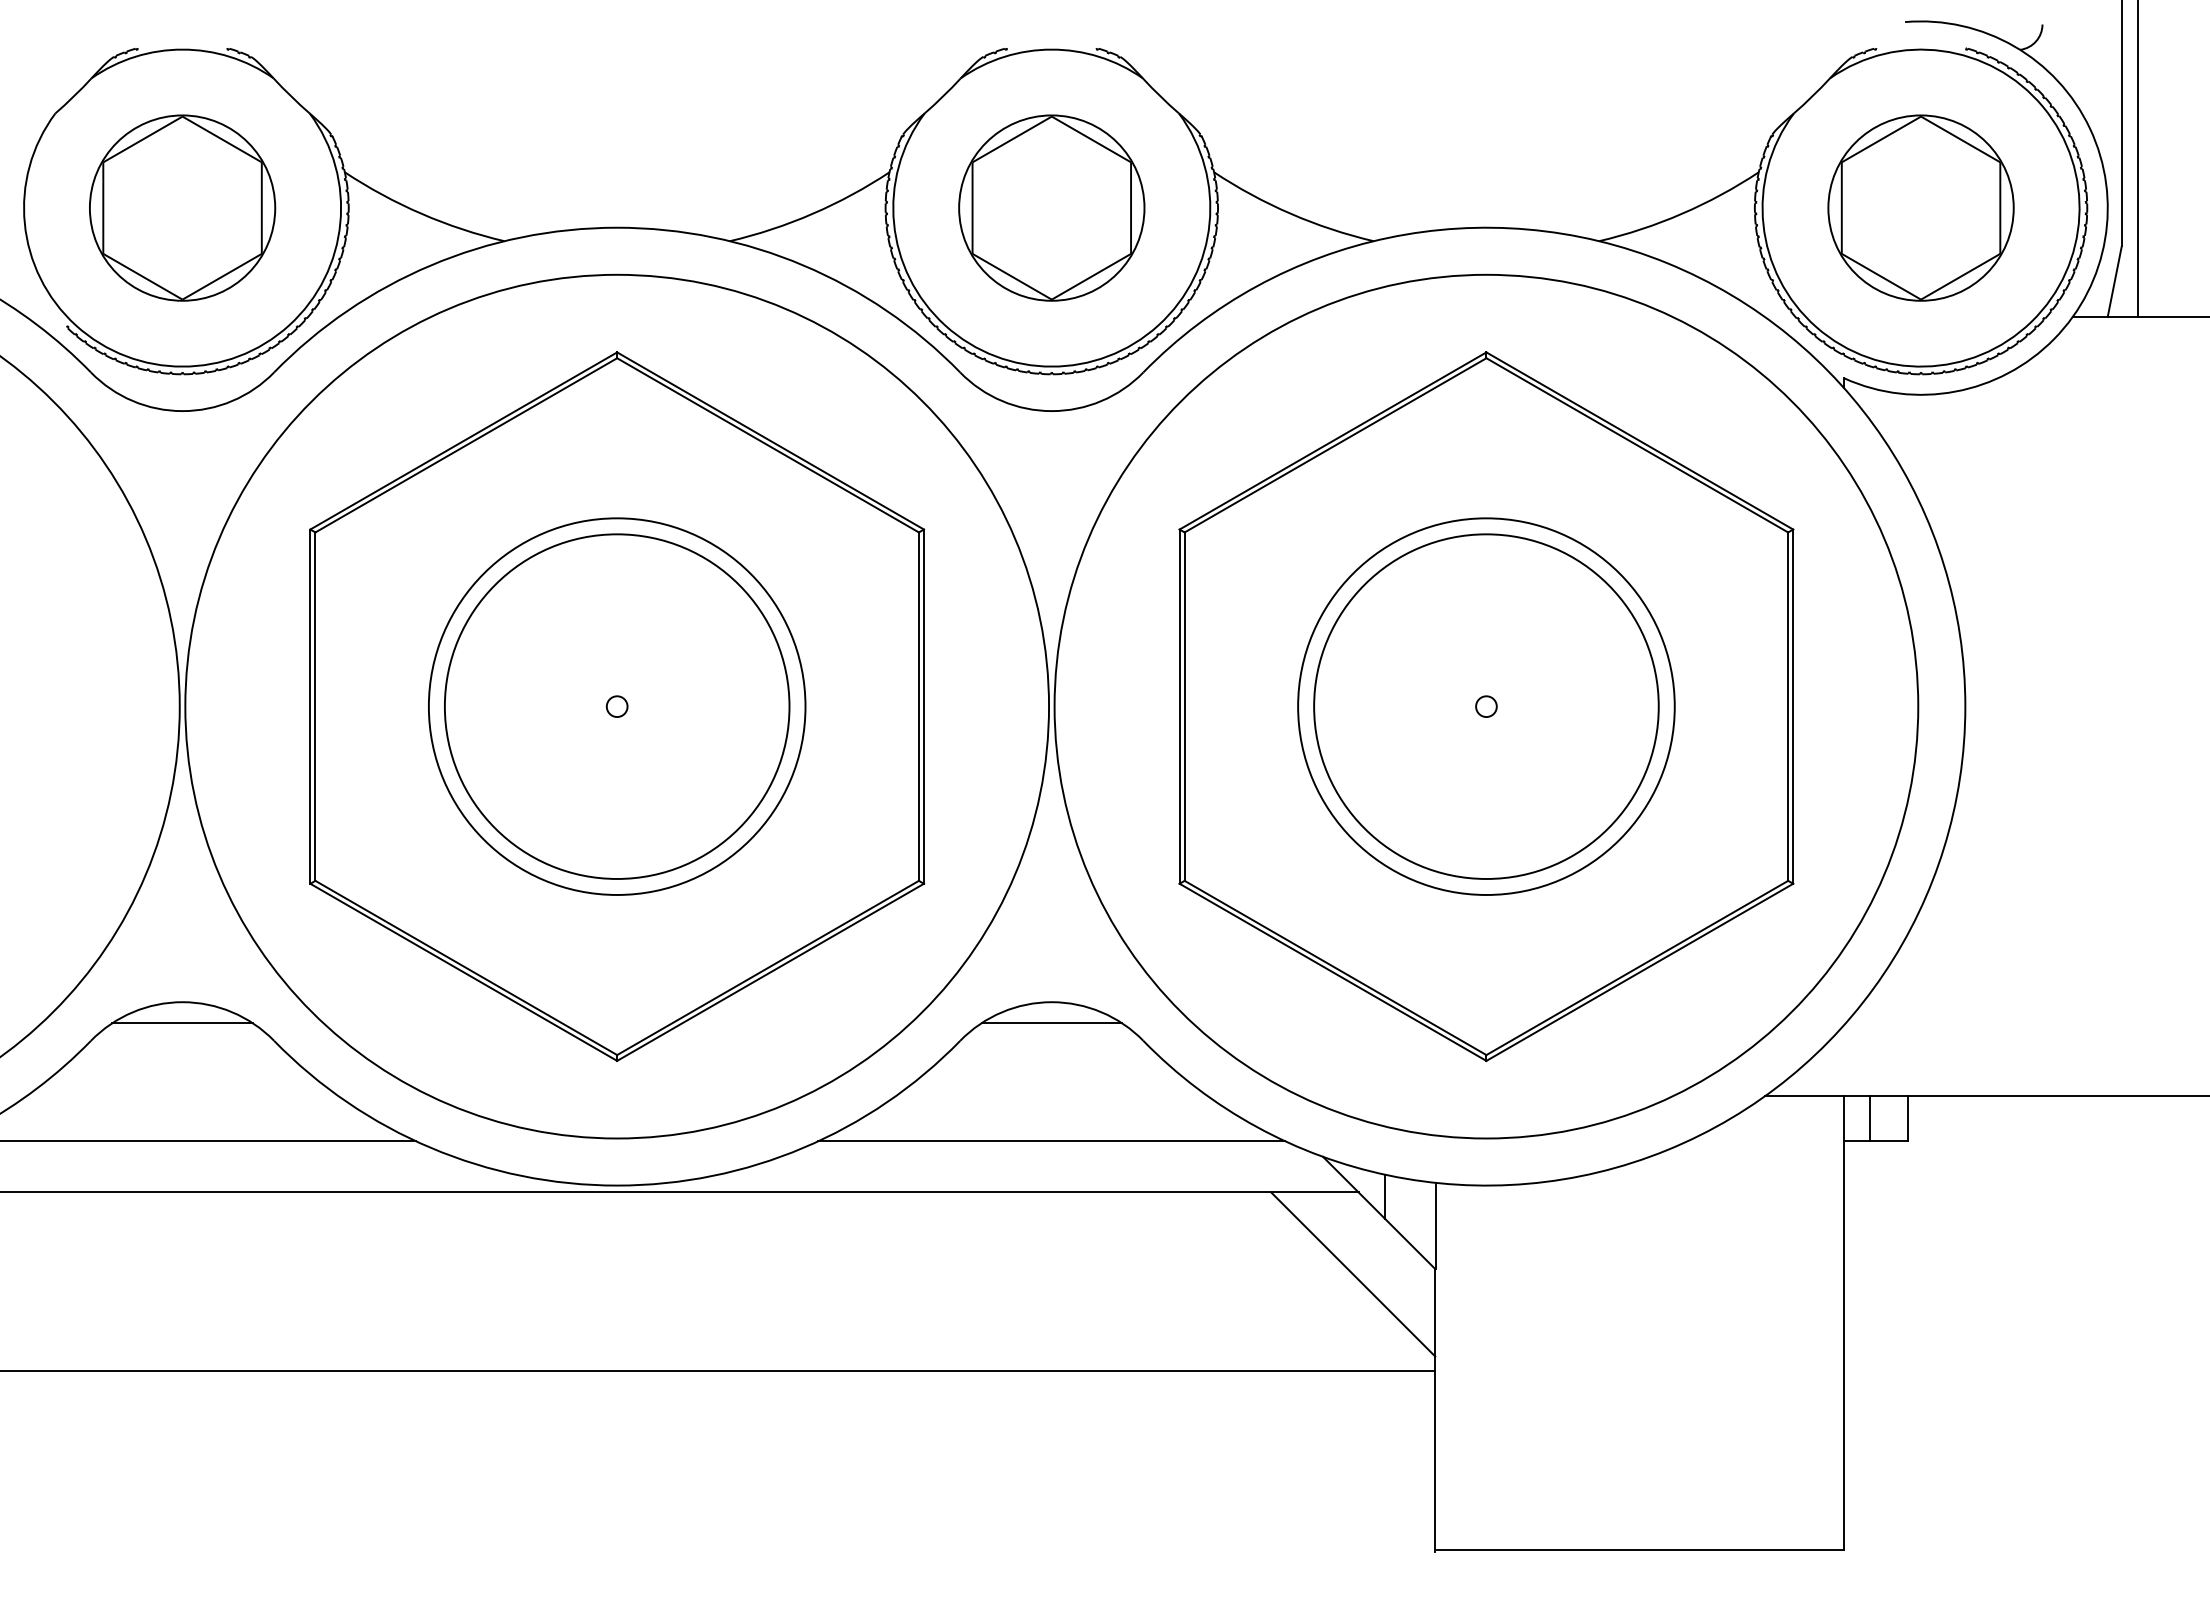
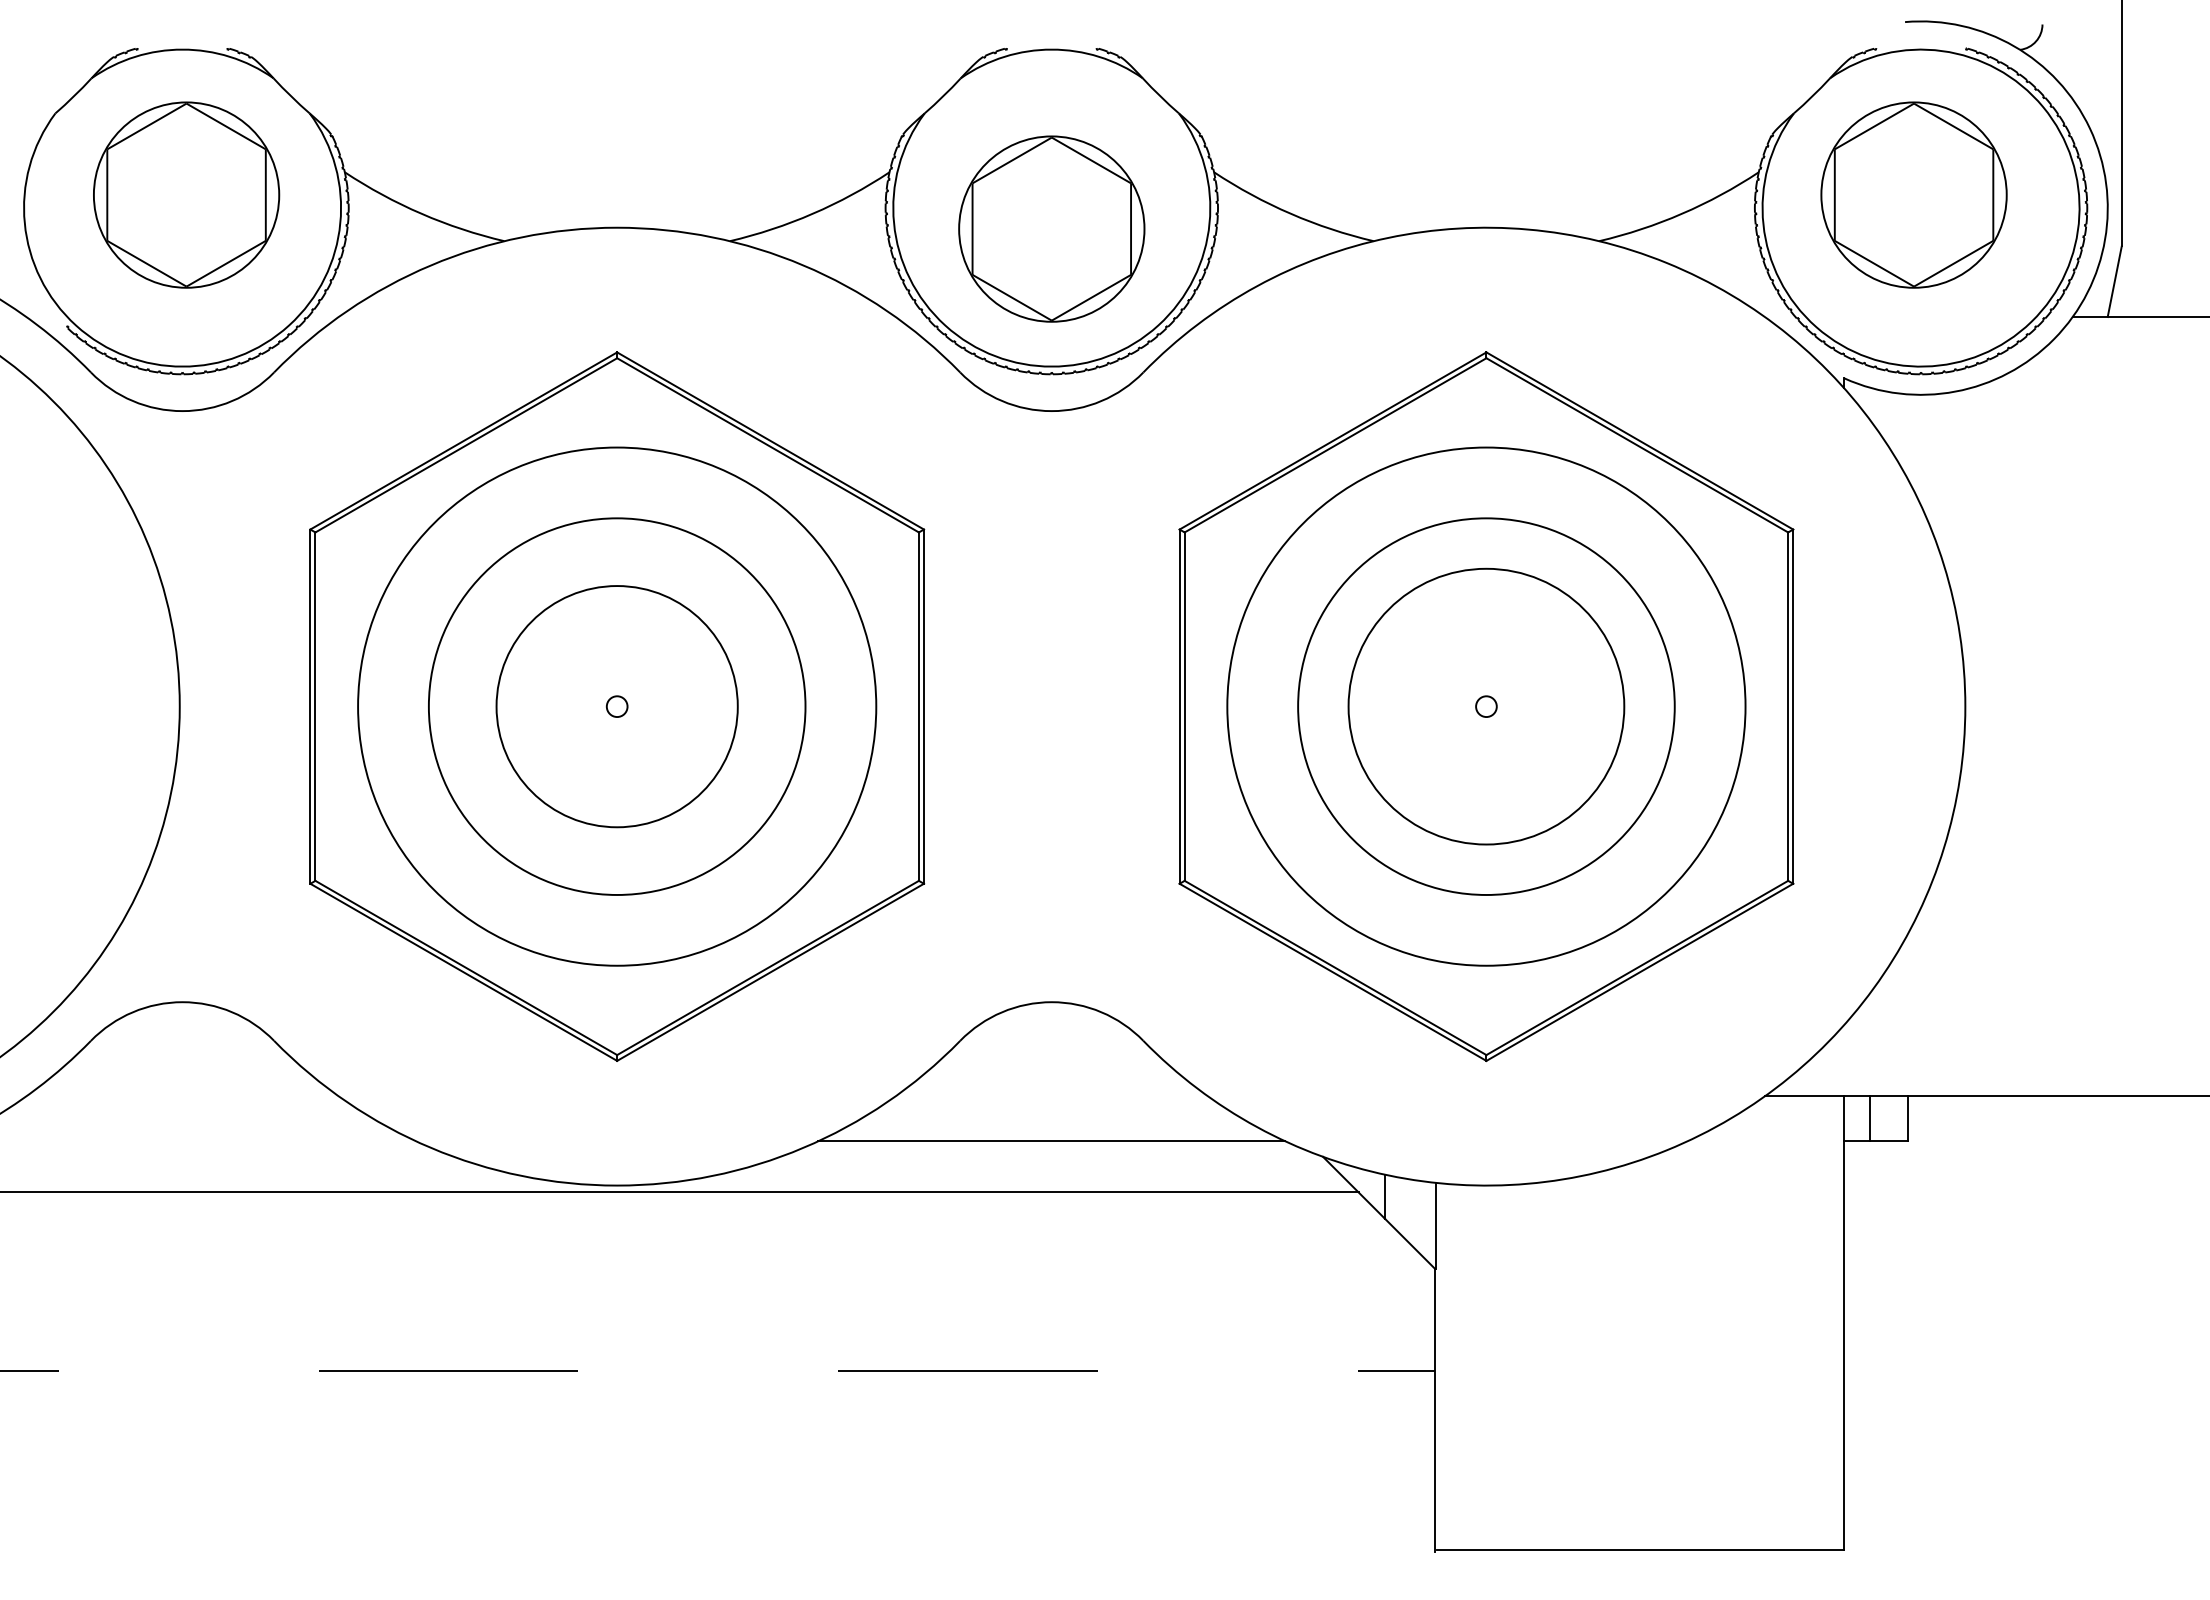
line at (2138, 159): present -> none
part at (182, 207) position: (182, 207) -> (186, 194)
part at (1051, 207) position: (1051, 207) -> (1051, 228)
part at (1920, 207) position: (1920, 207) -> (1913, 194)
circle at (616, 706) diameter: 345 px -> 241 px
circle at (617, 706) diameter: 864 px -> 518 px
circle at (1486, 706) diameter: 345 px -> 276 px
circle at (1486, 706) diameter: 864 px -> 518 px
line at (182, 1023): present -> none
line at (1051, 1023): present -> none
line at (209, 1141): present -> none
line at (1353, 1274): present -> none
line at (718, 1371): solid -> dashed
